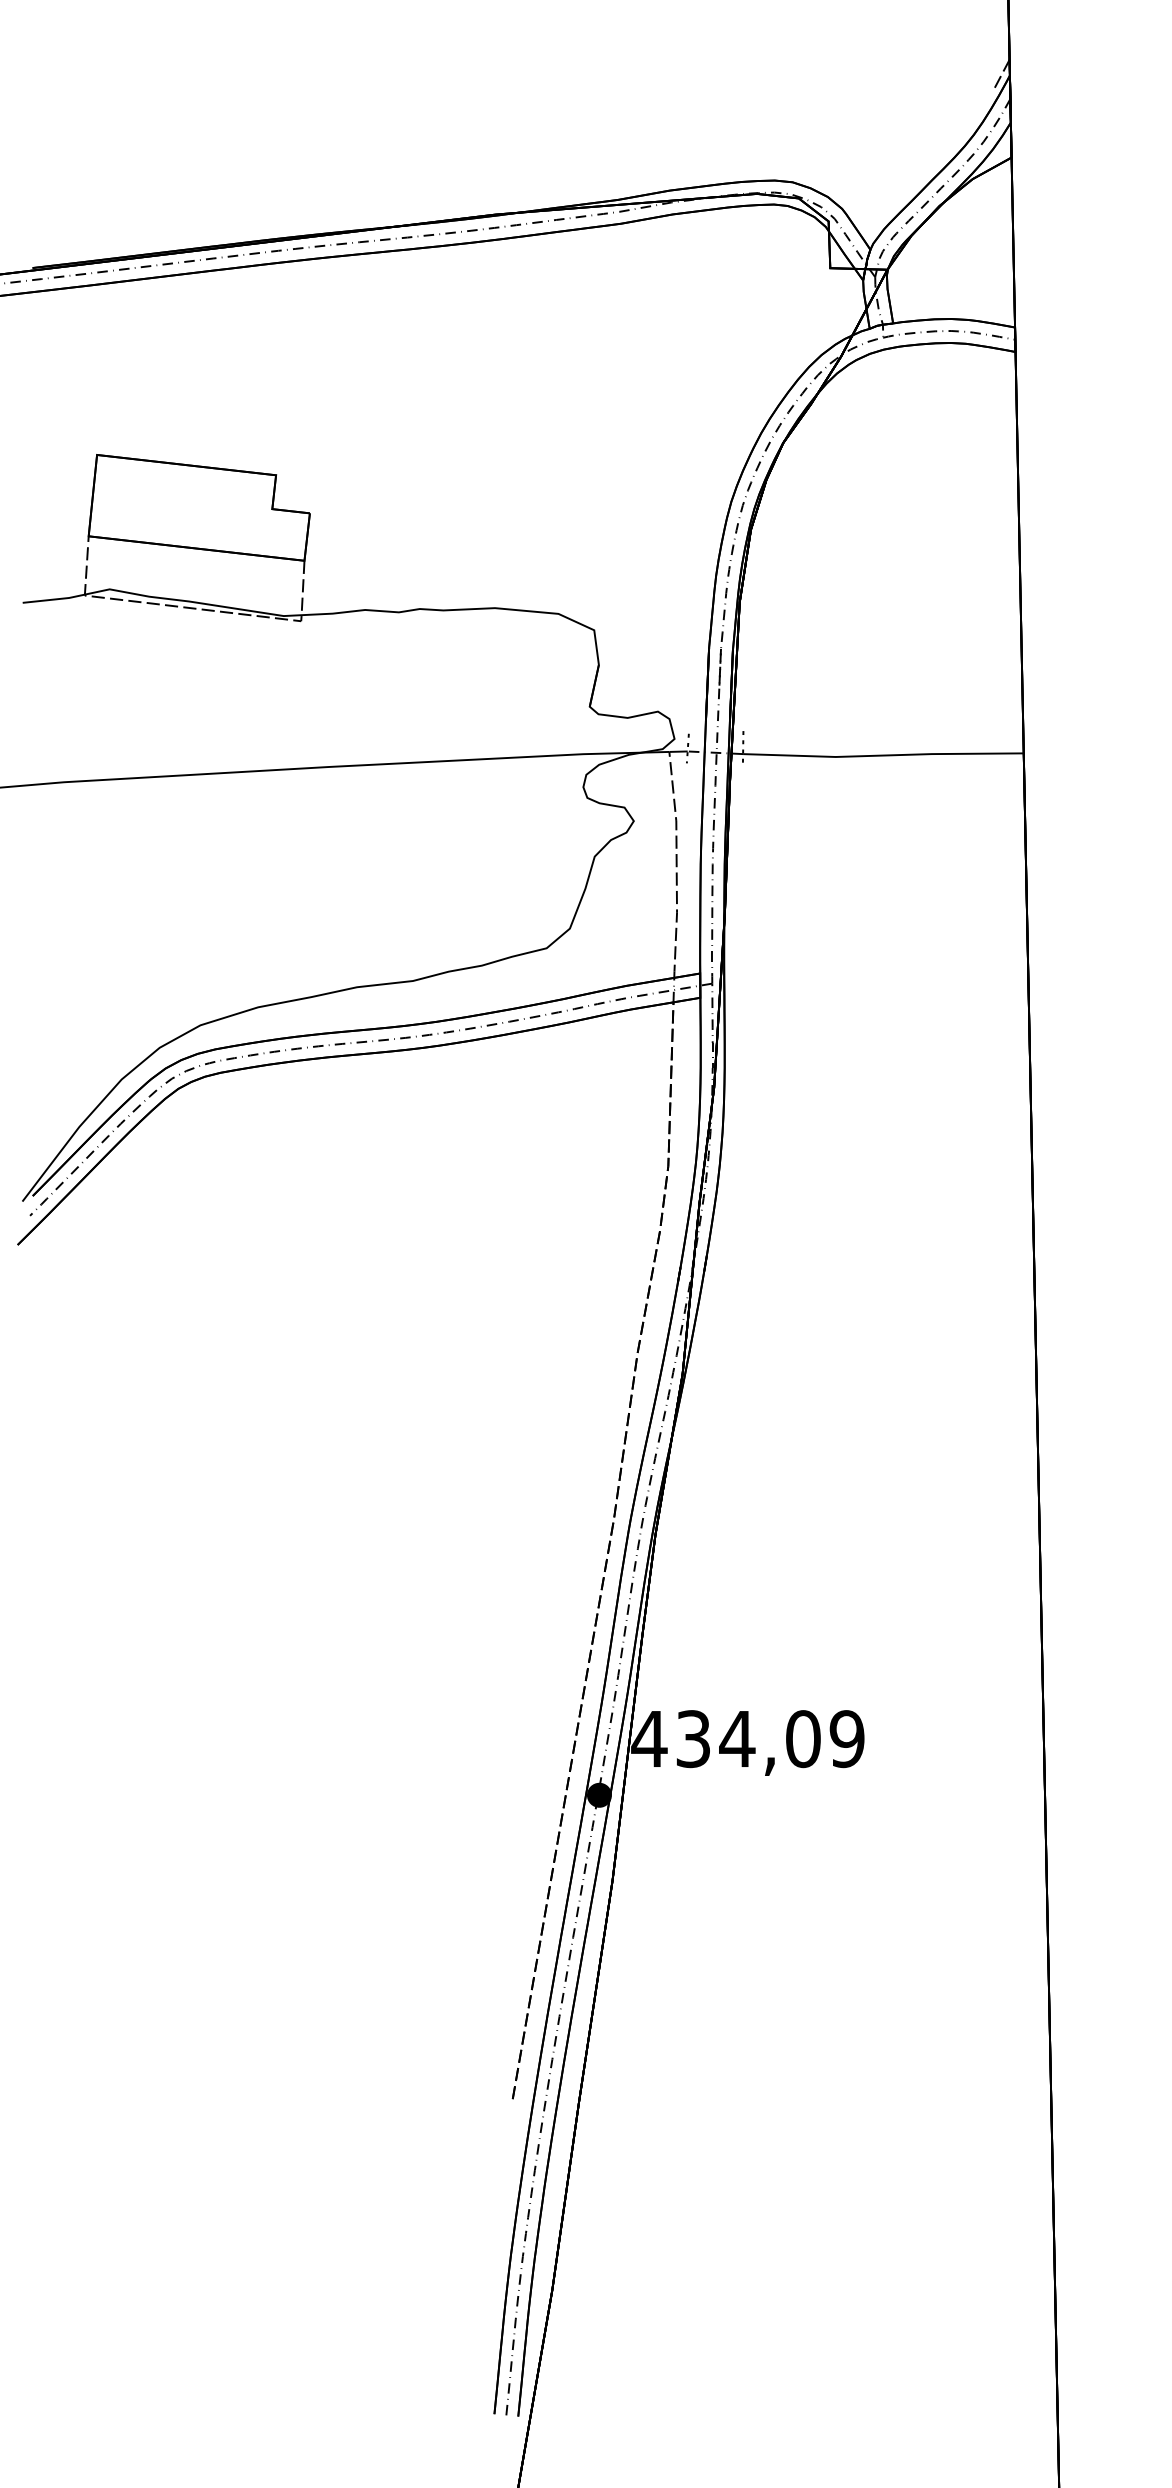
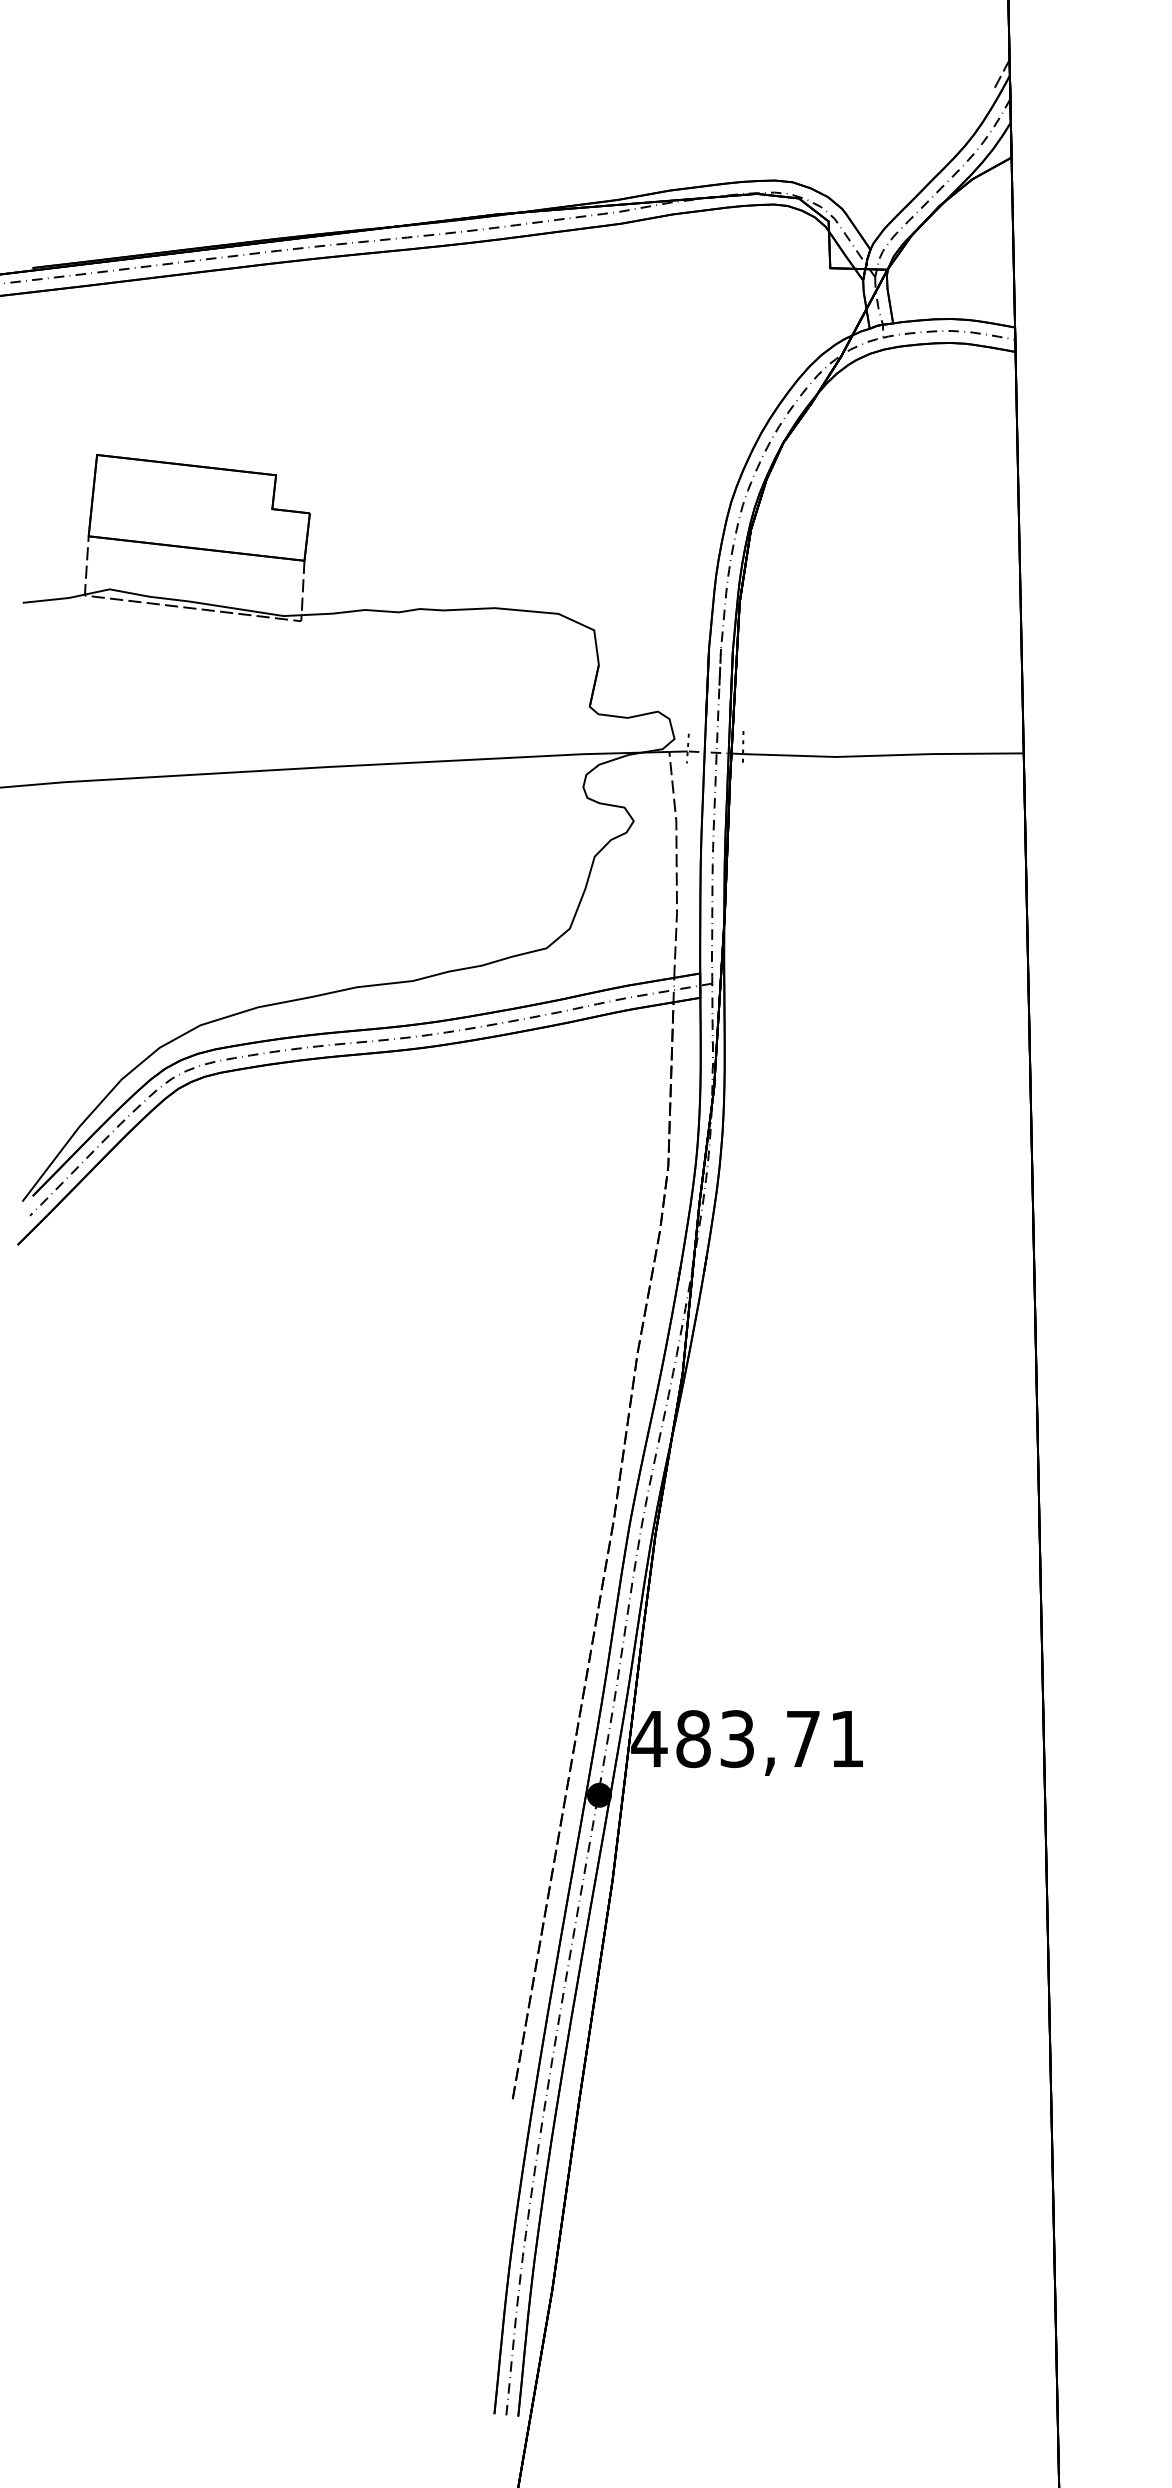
text at (770, 1739): 434,09 -> 483,71
